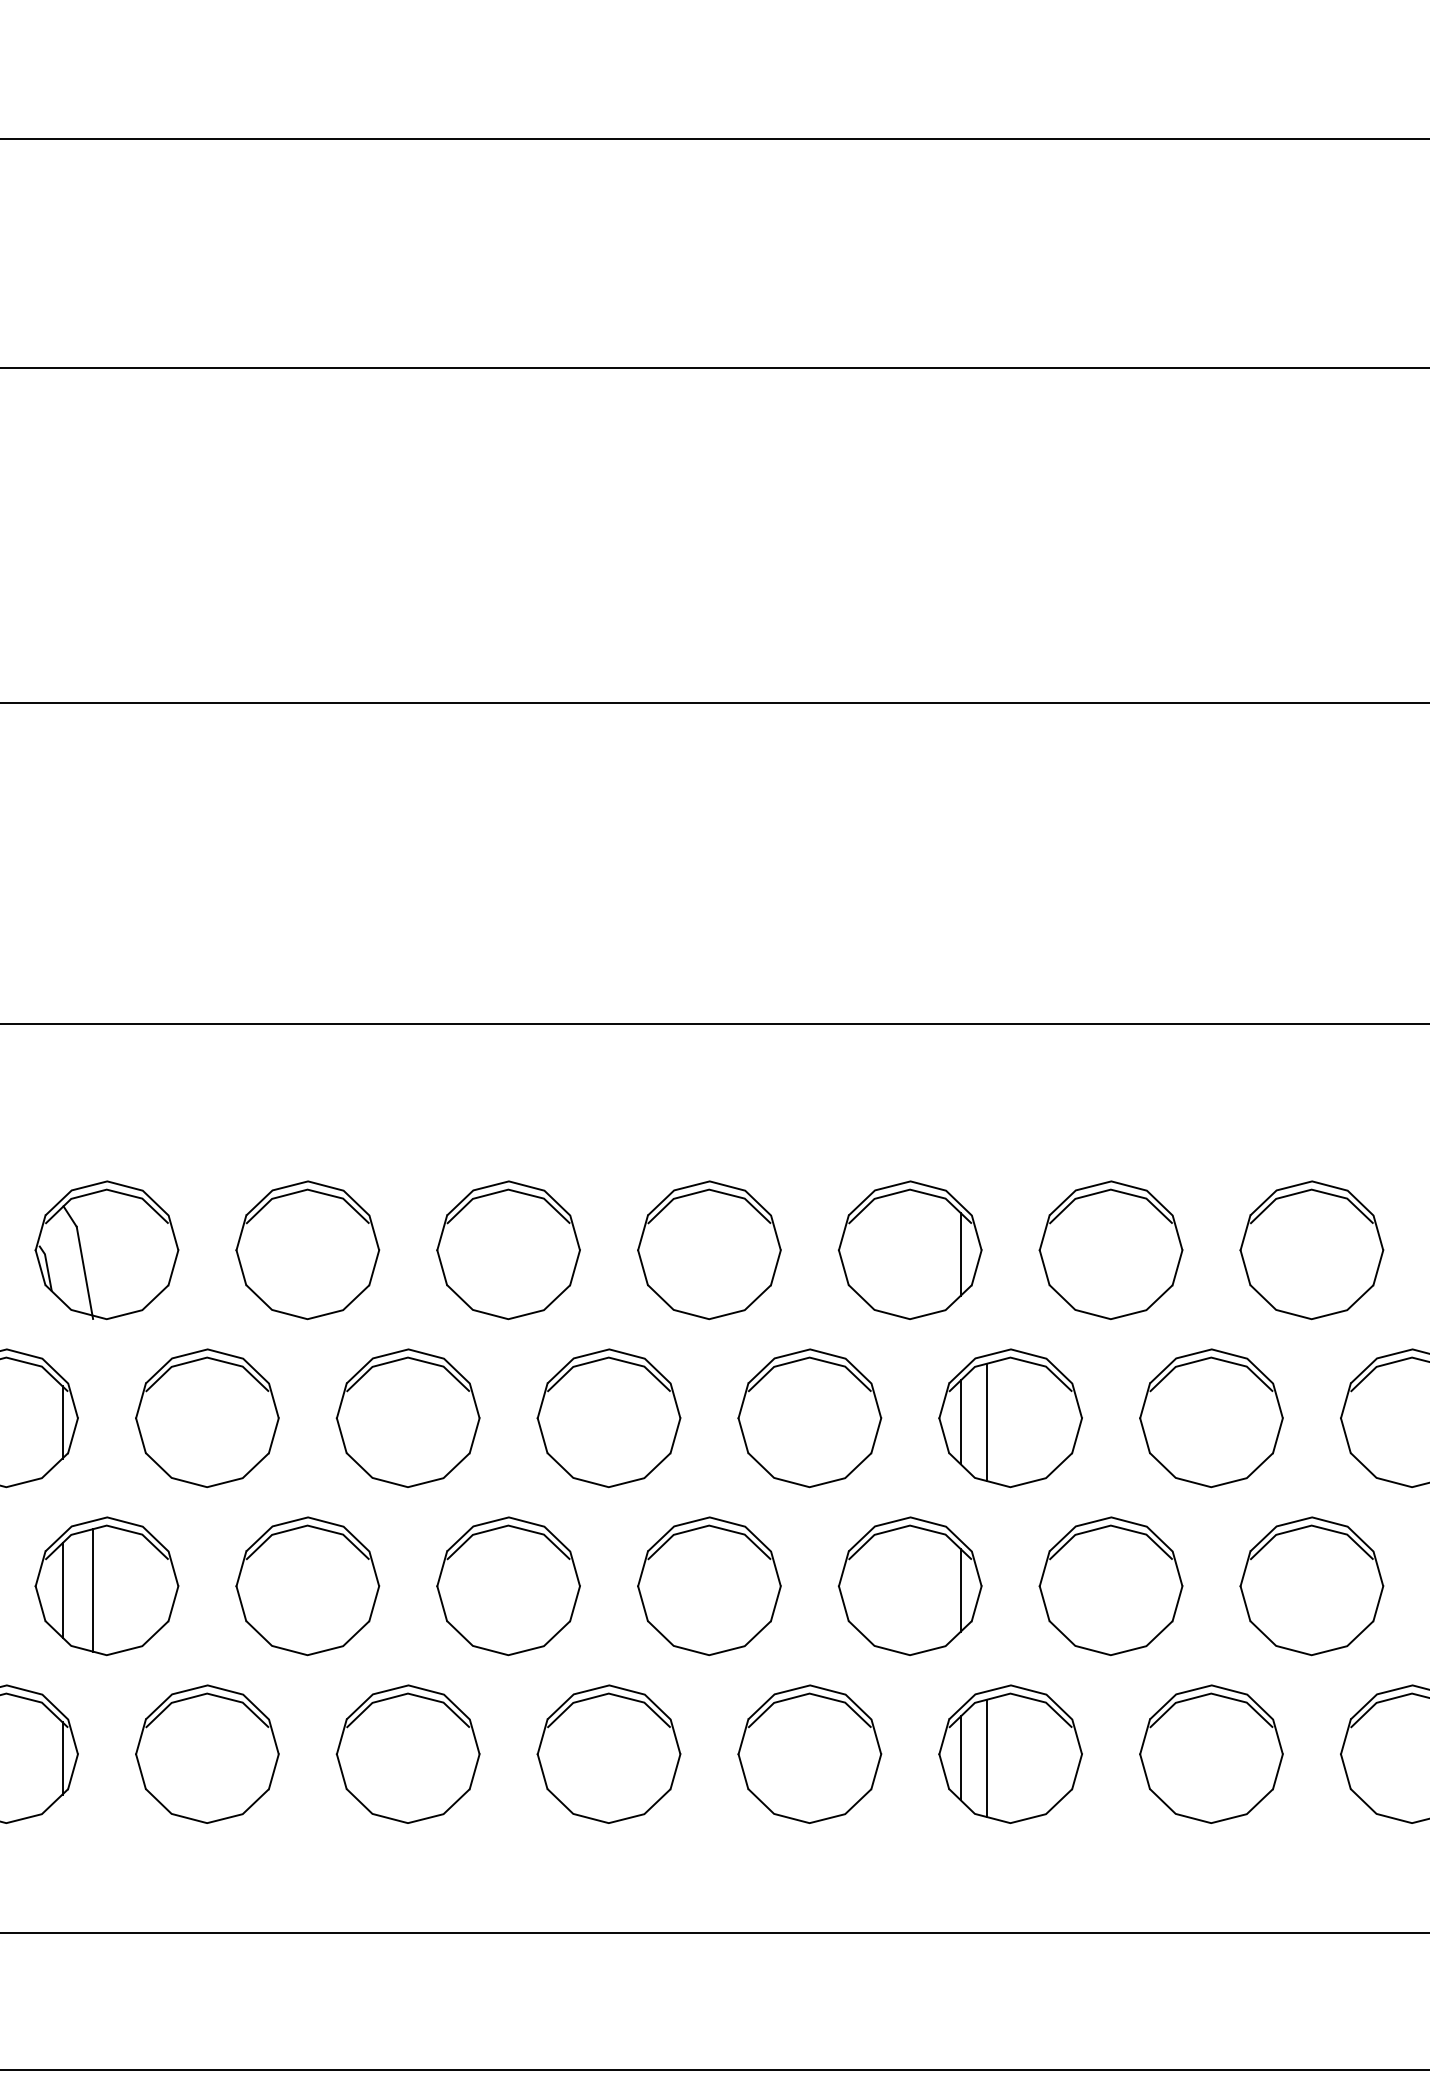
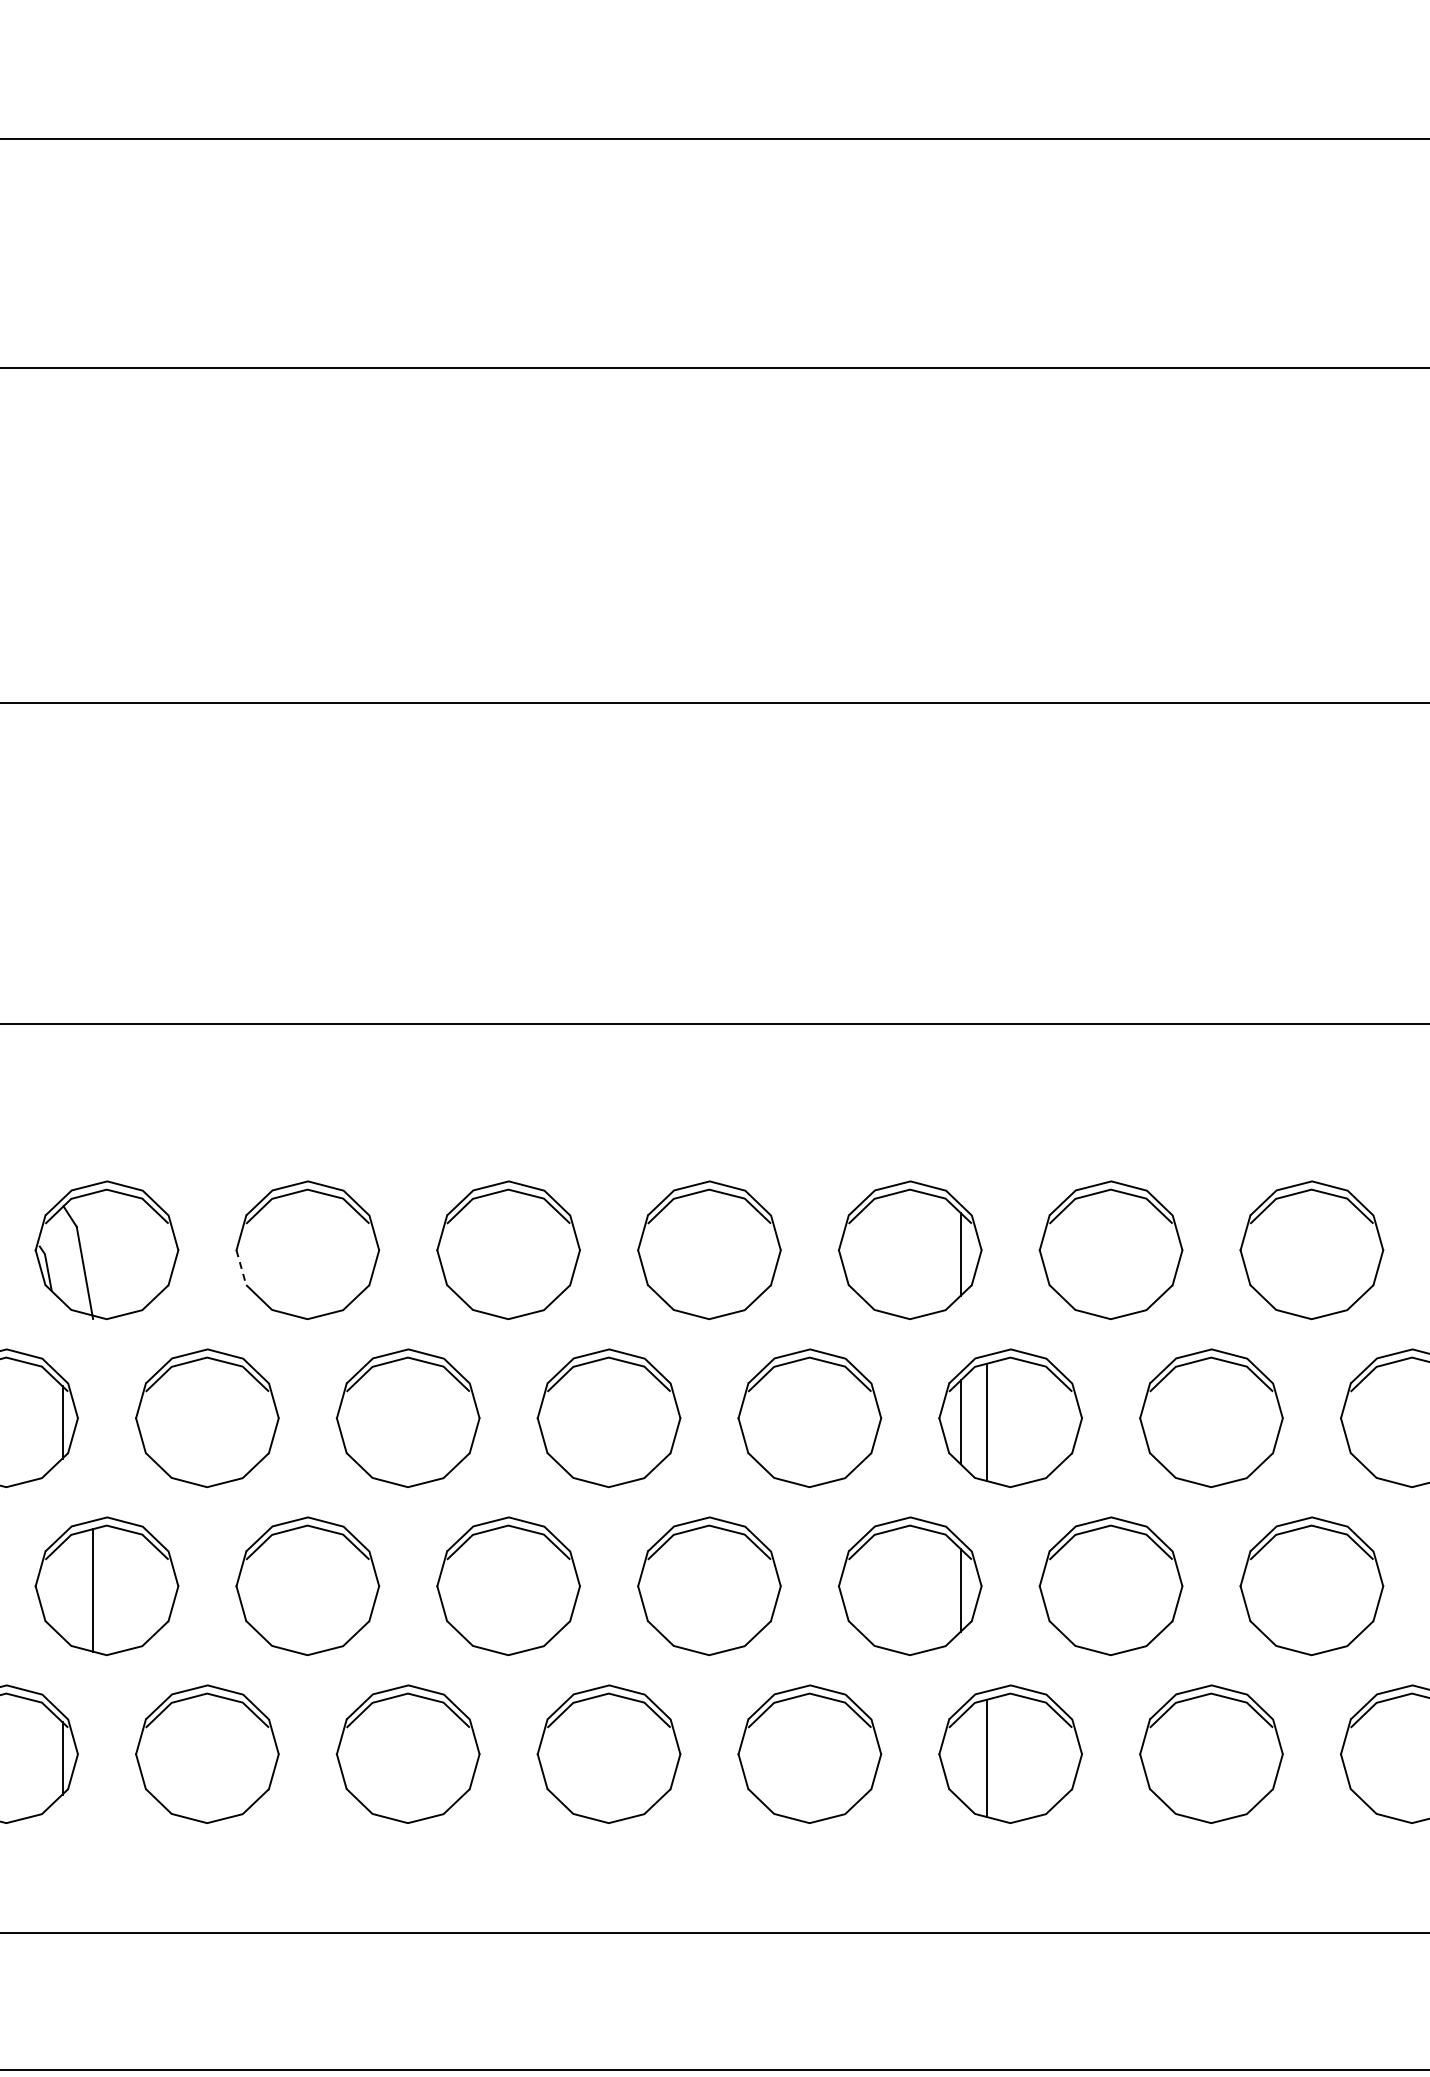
line at (241, 1268): solid -> dashed
line at (62, 1590): present -> none
line at (960, 1758): present -> none
